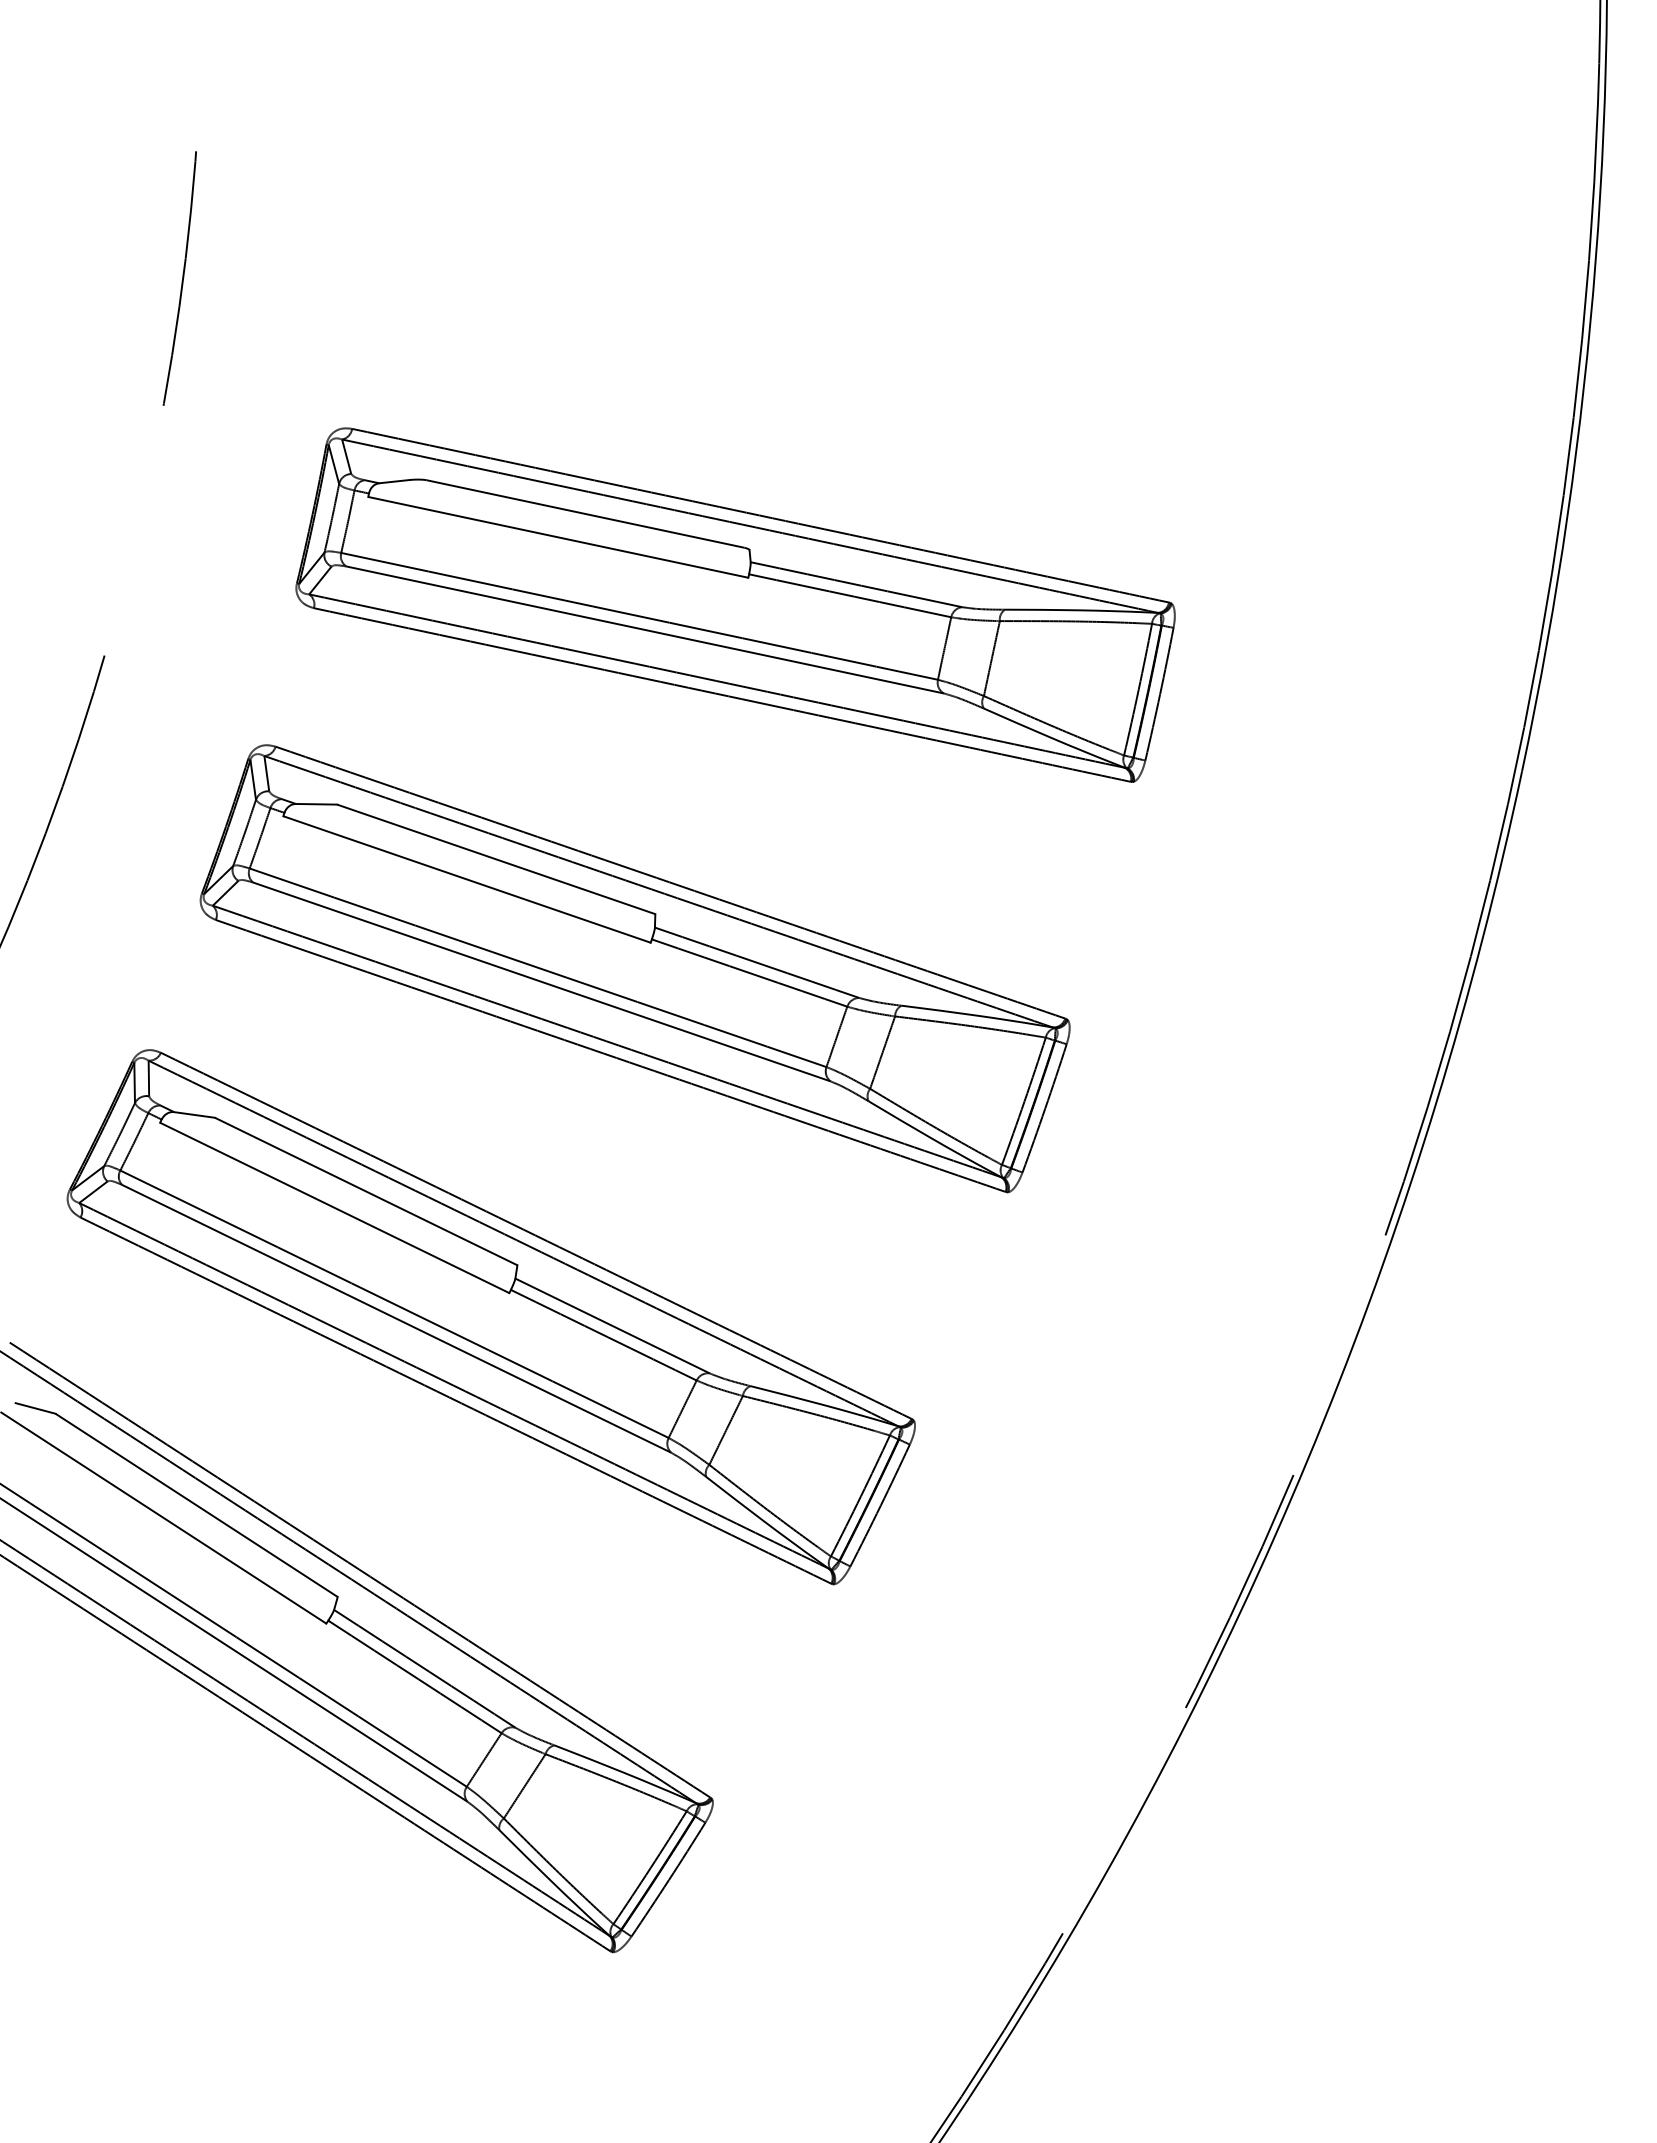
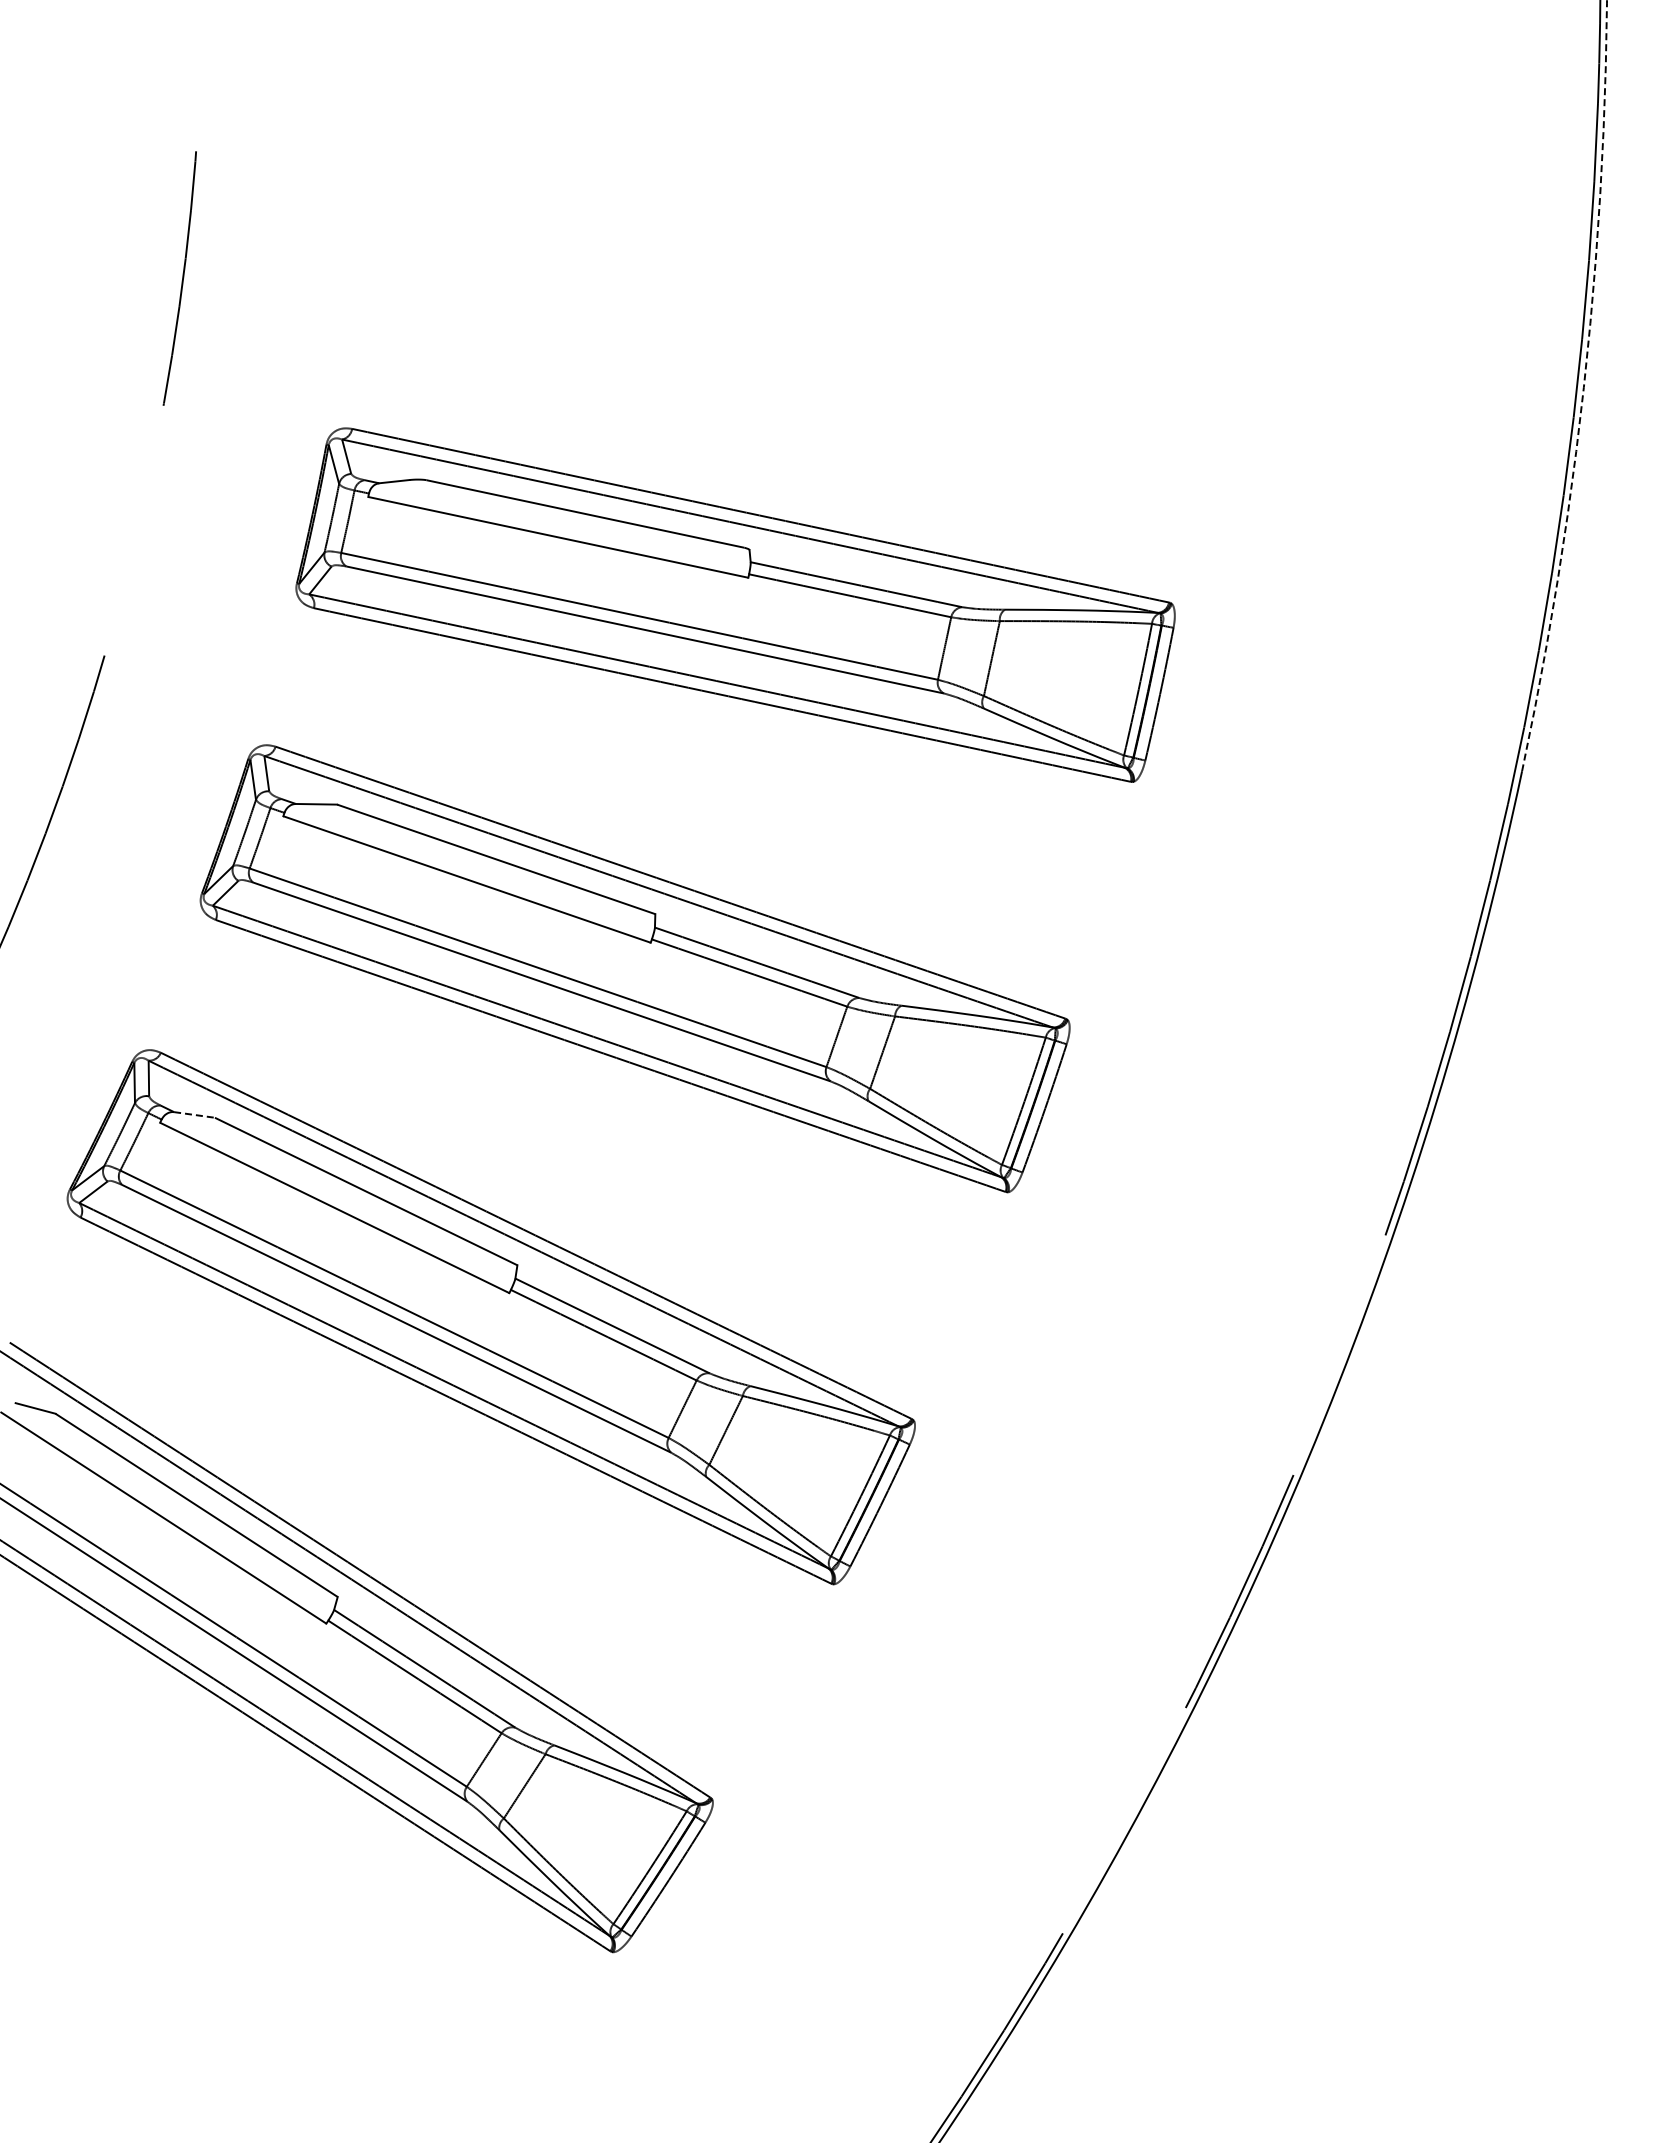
arc at (1583, 387): solid -> dashed
line at (194, 1114): solid -> dashed
